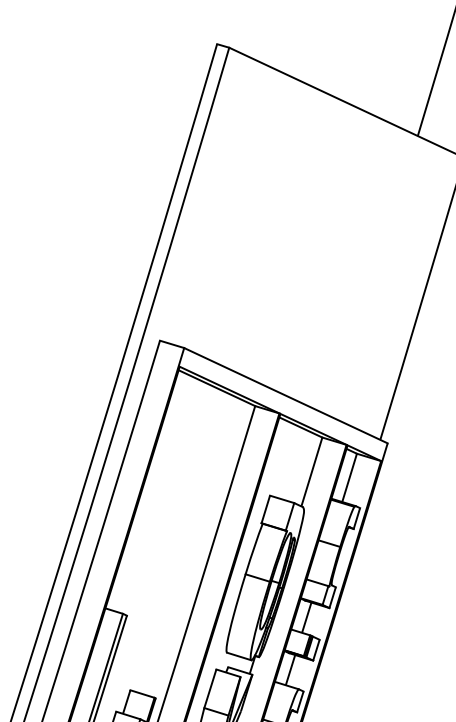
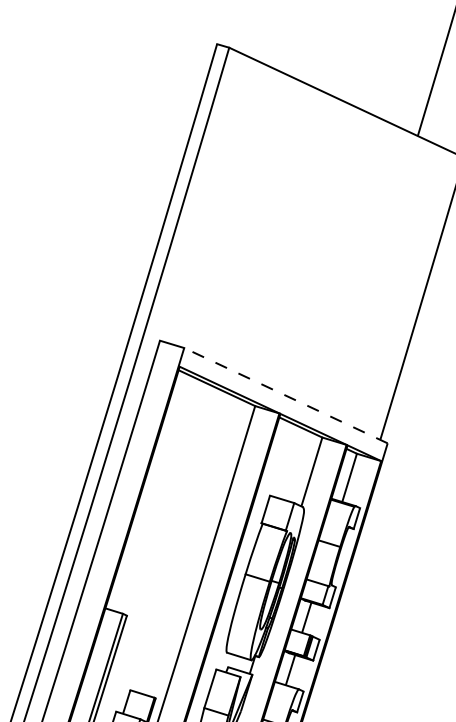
line at (285, 395): solid -> dashed
